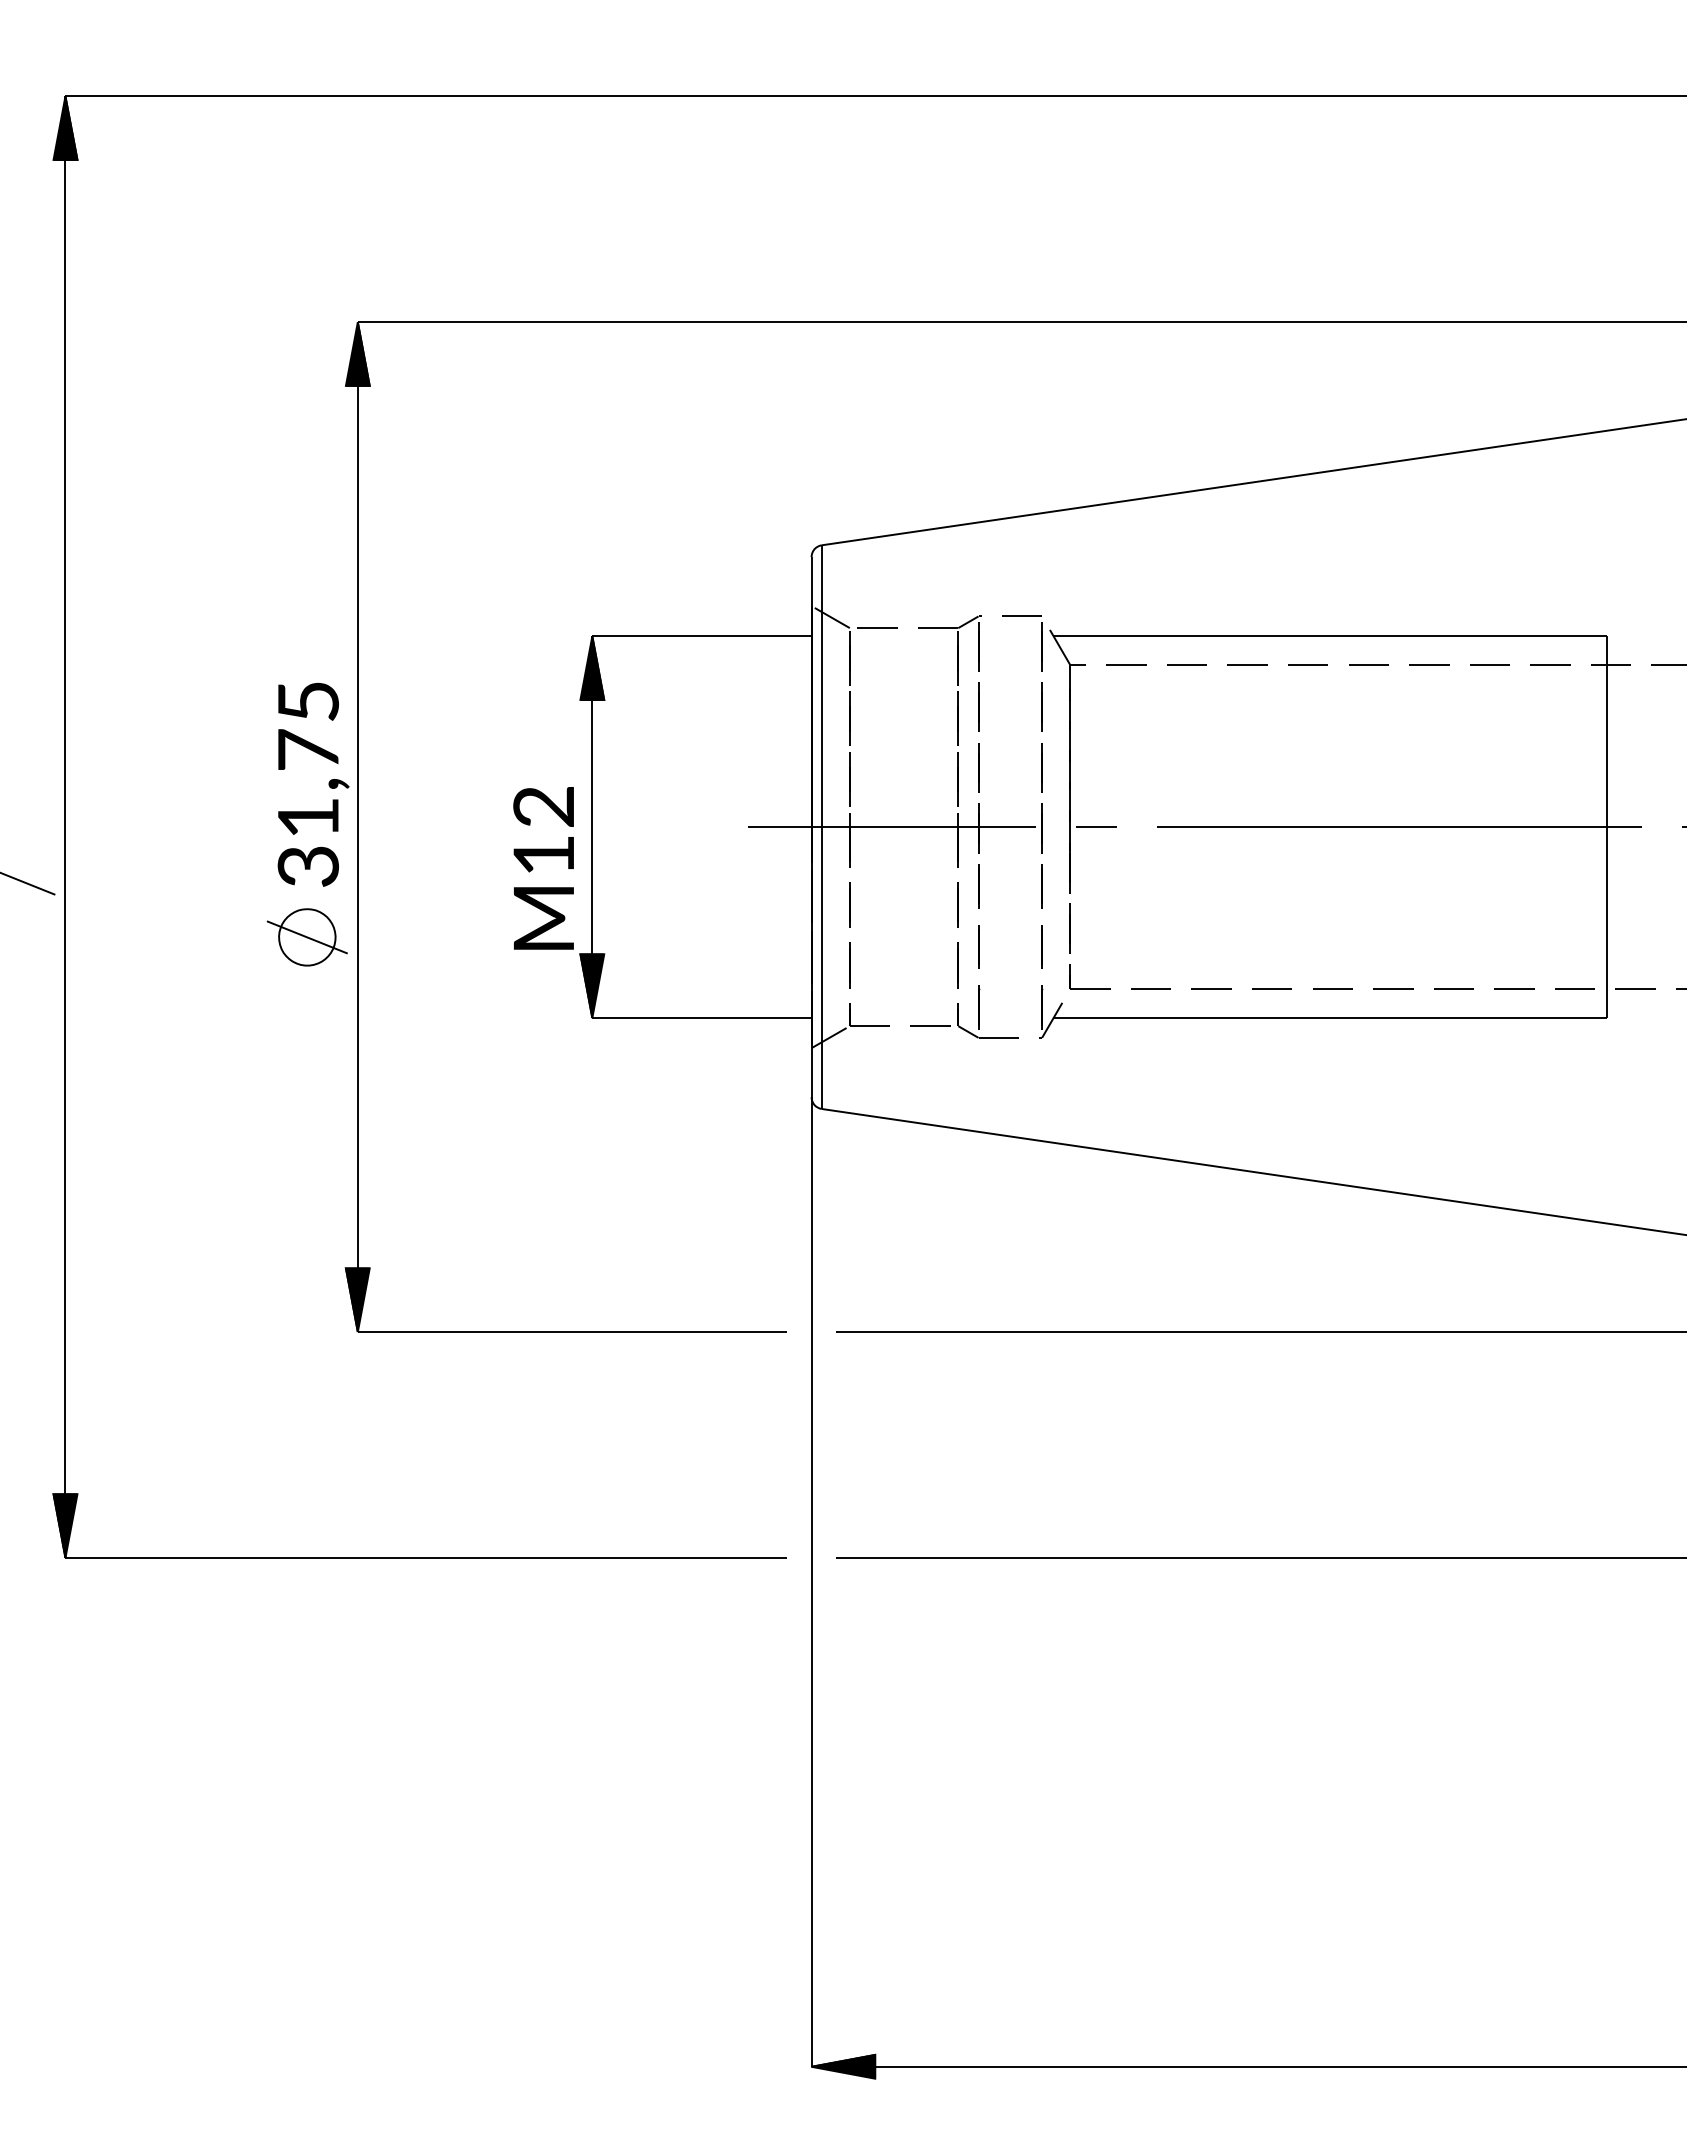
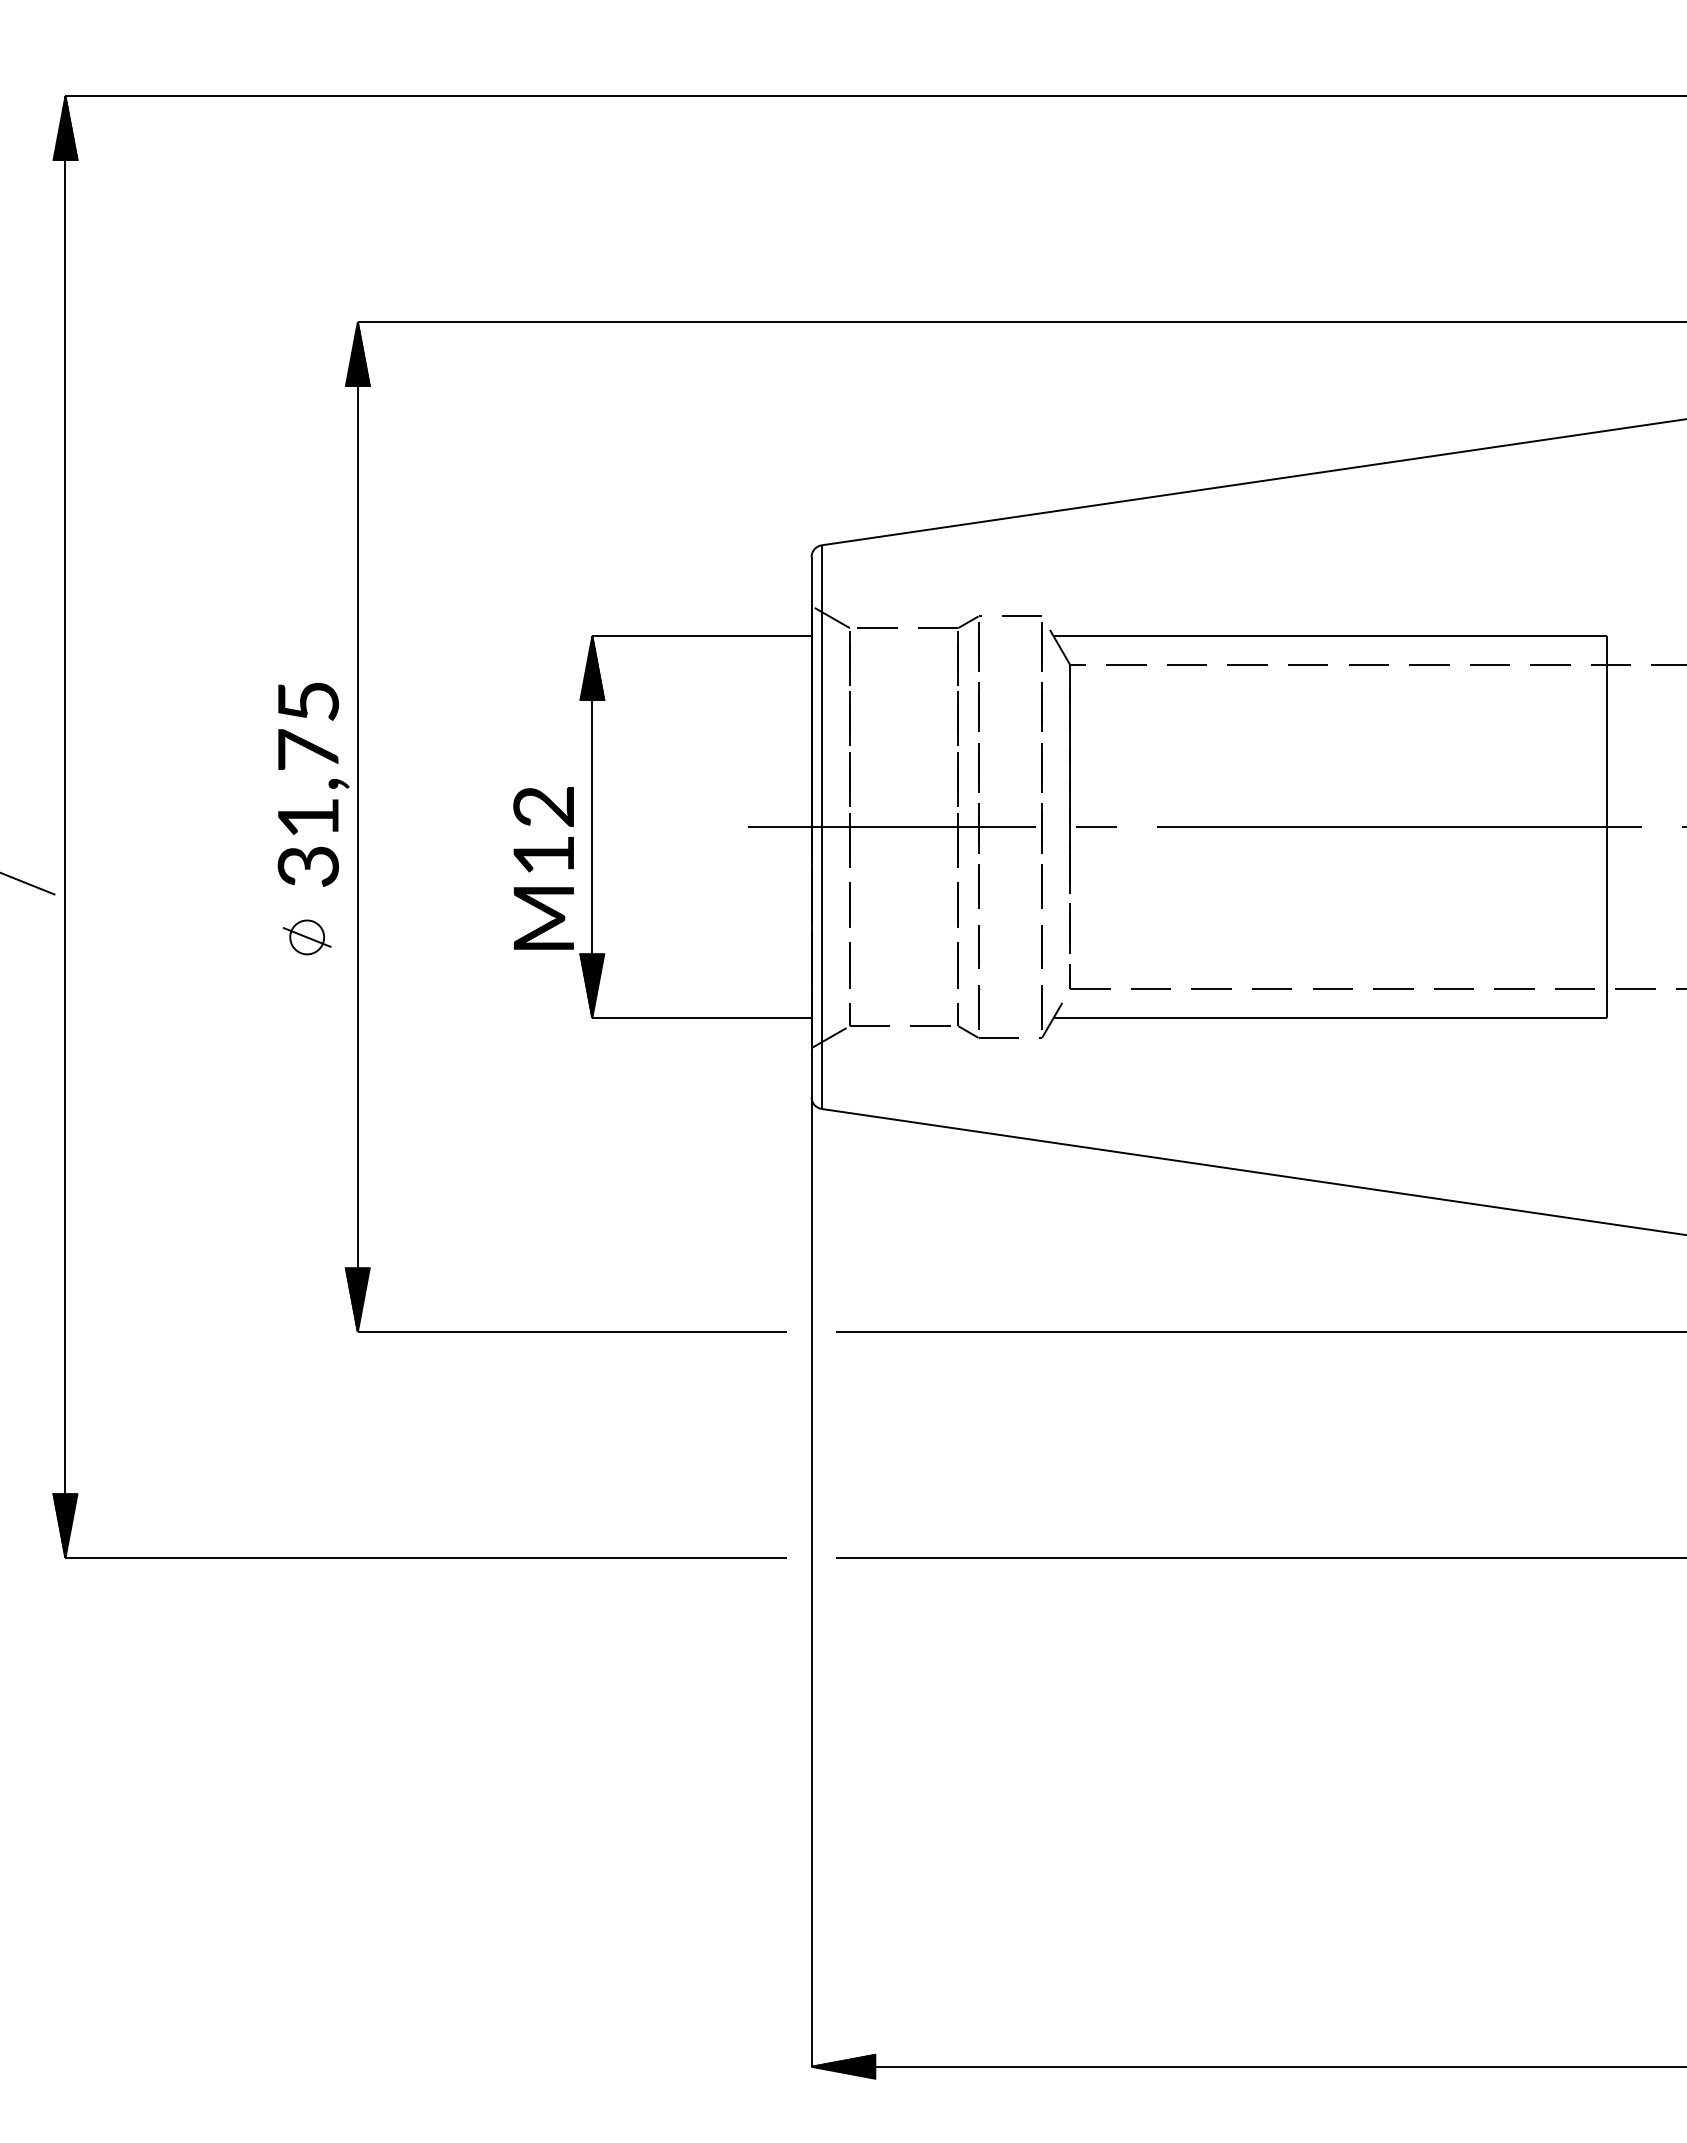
part at (306, 937) size: 82x59 px -> 50x37 px
